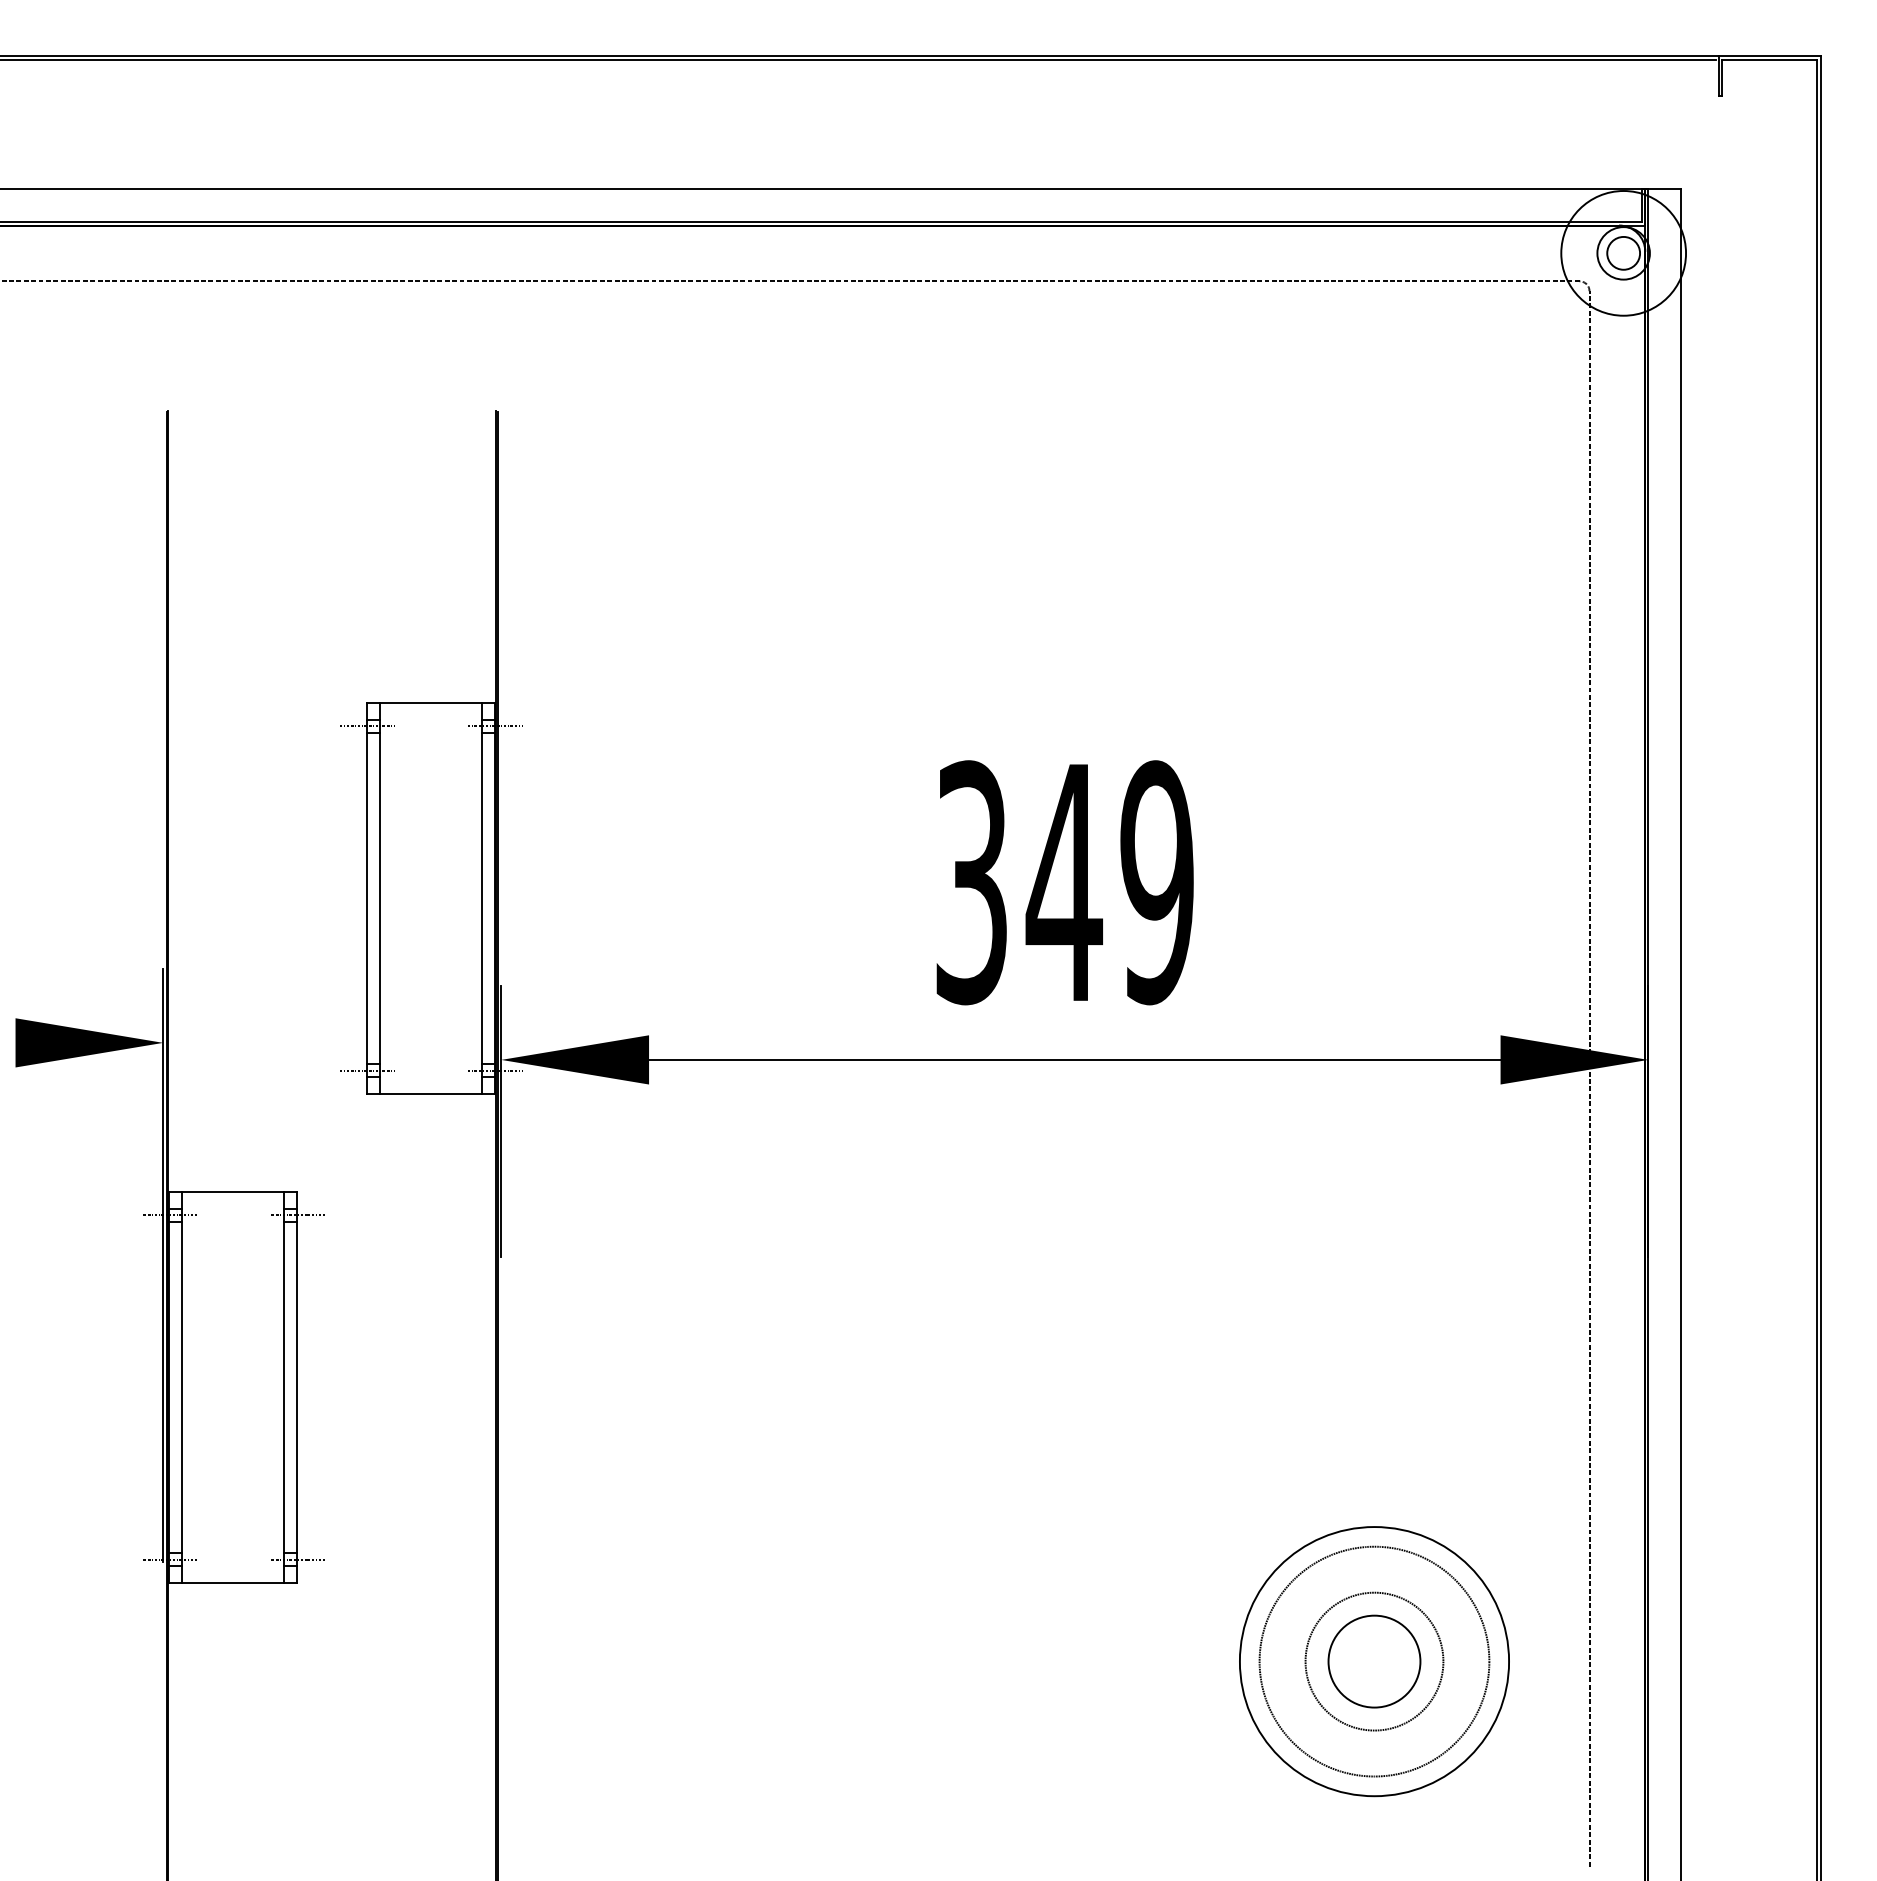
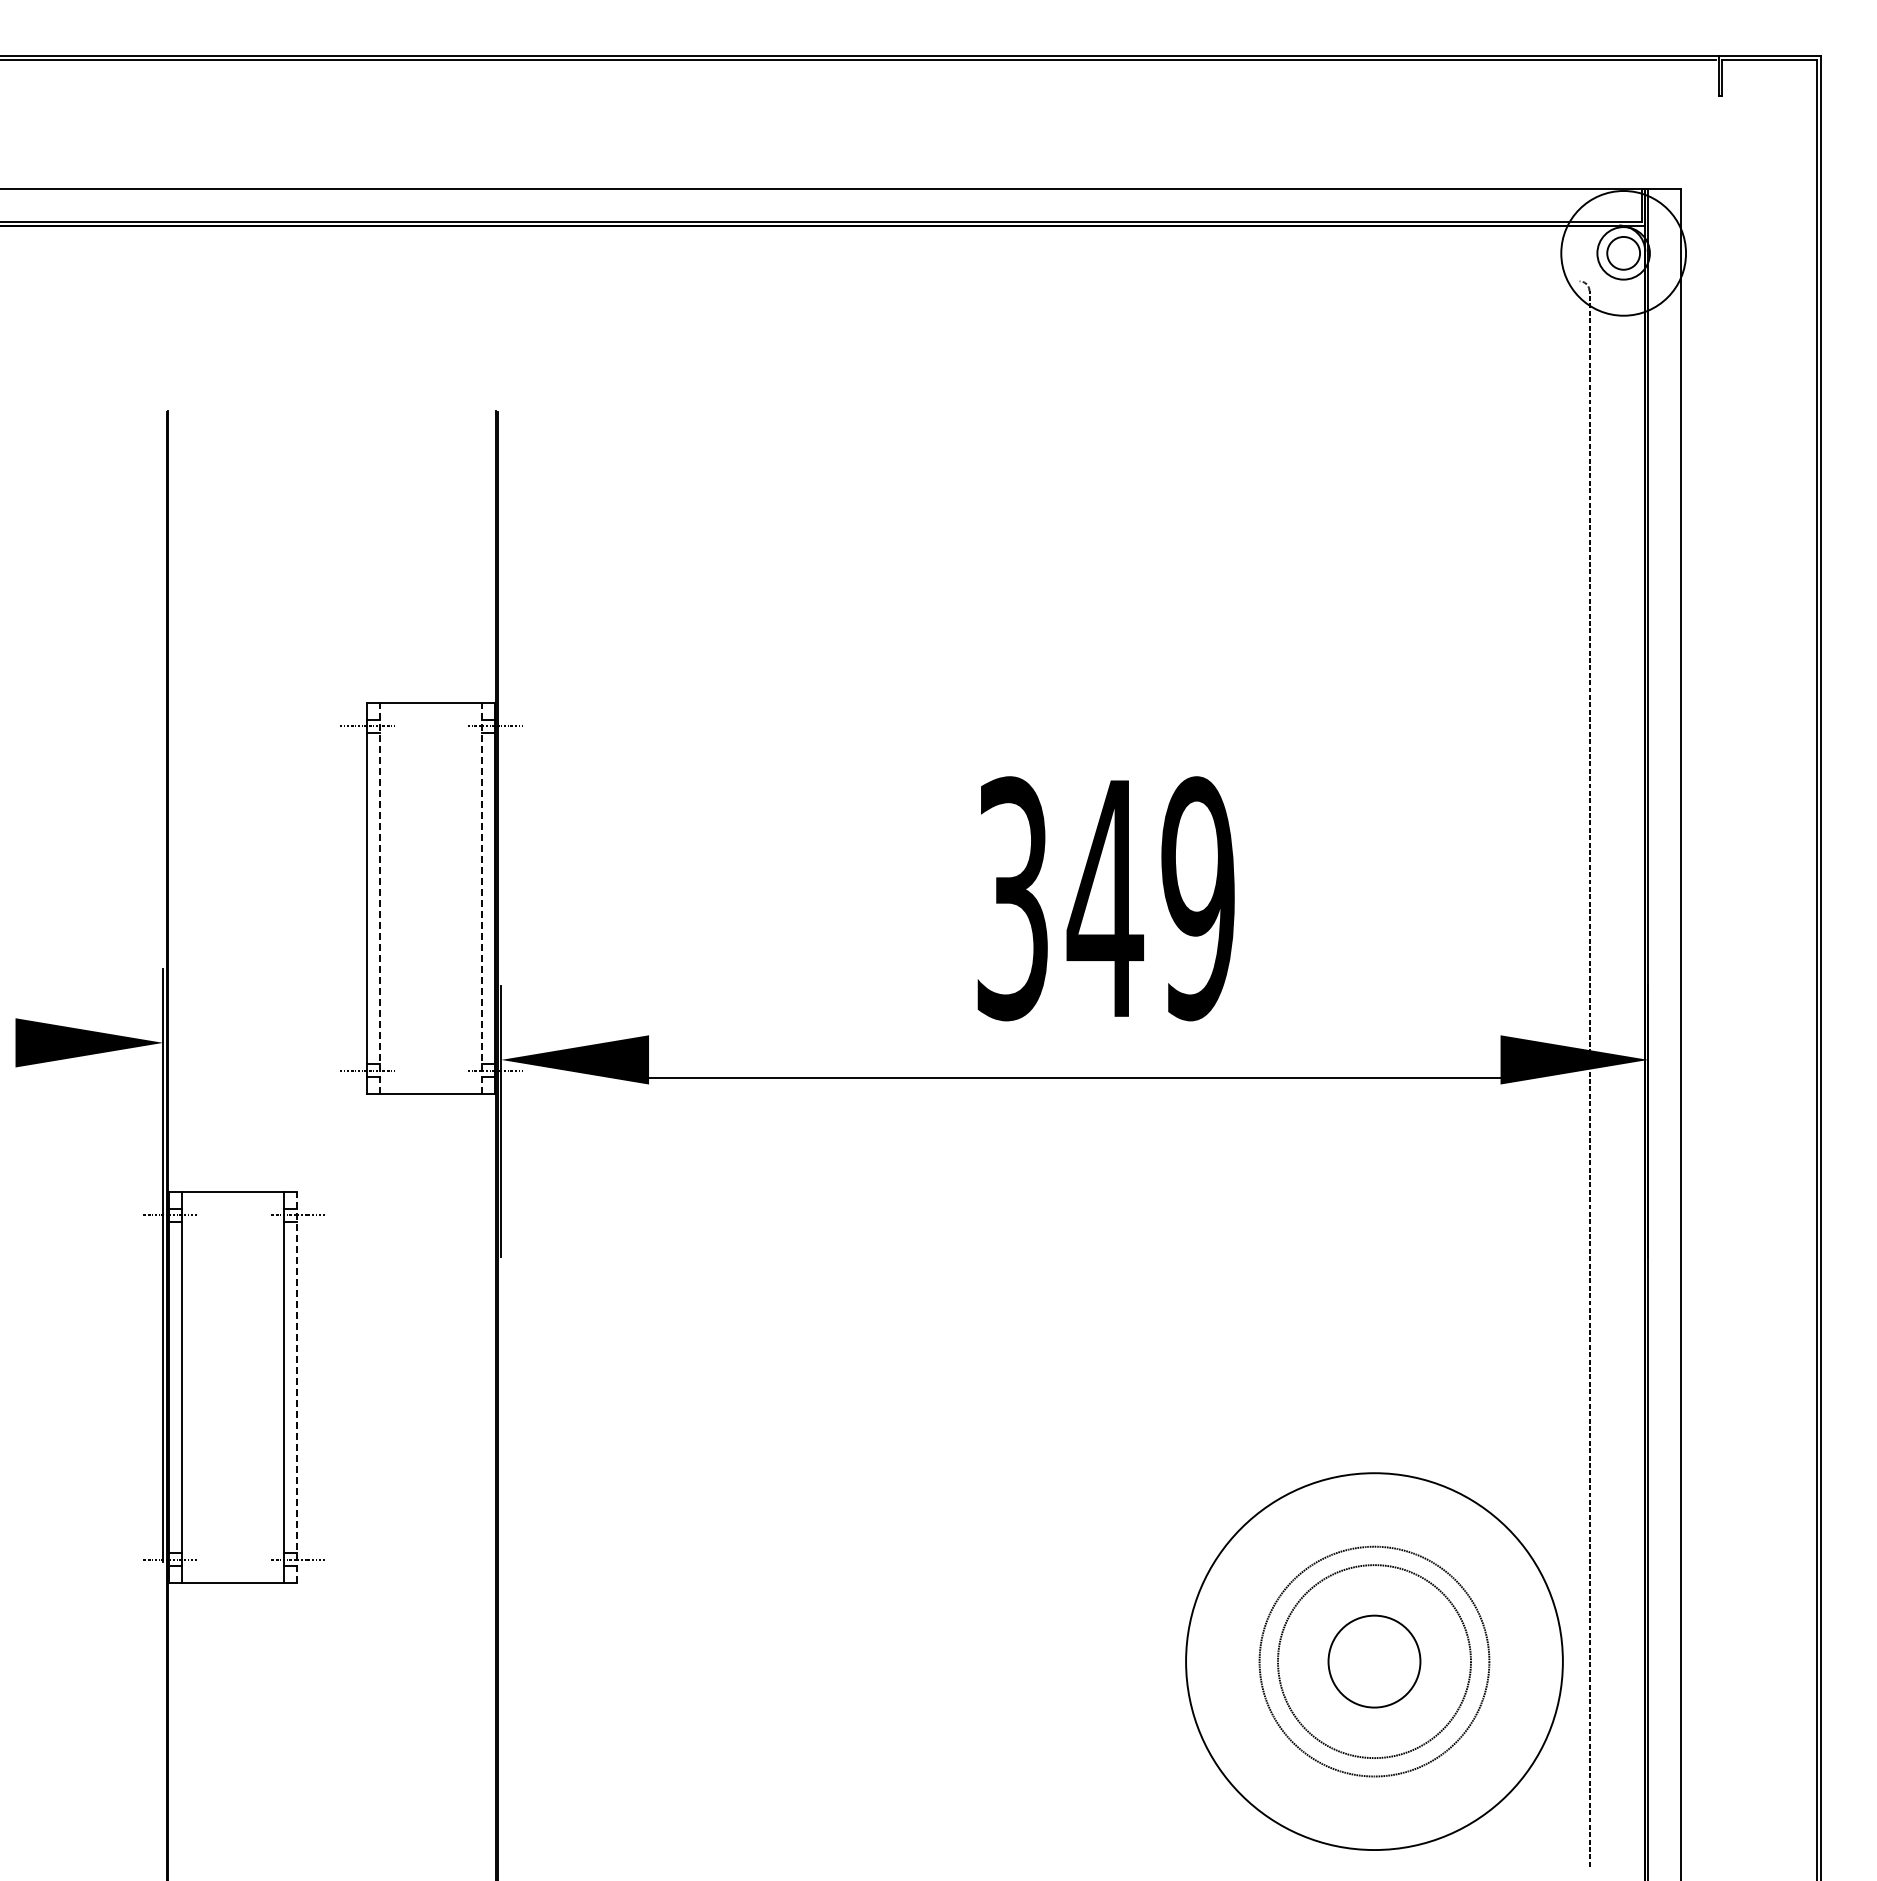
line at (790, 281): present -> none
text at (1064, 882) position: (1064, 882) -> (1105, 898)
line at (380, 897): solid -> dashed
line at (482, 897): solid -> dashed
line at (1074, 1059) position: (1074, 1059) -> (1074, 1077)
line at (297, 1387): solid -> dashed
circle at (1374, 1661) diameter: 138 px -> 193 px
circle at (1374, 1661) diameter: 269 px -> 377 px
